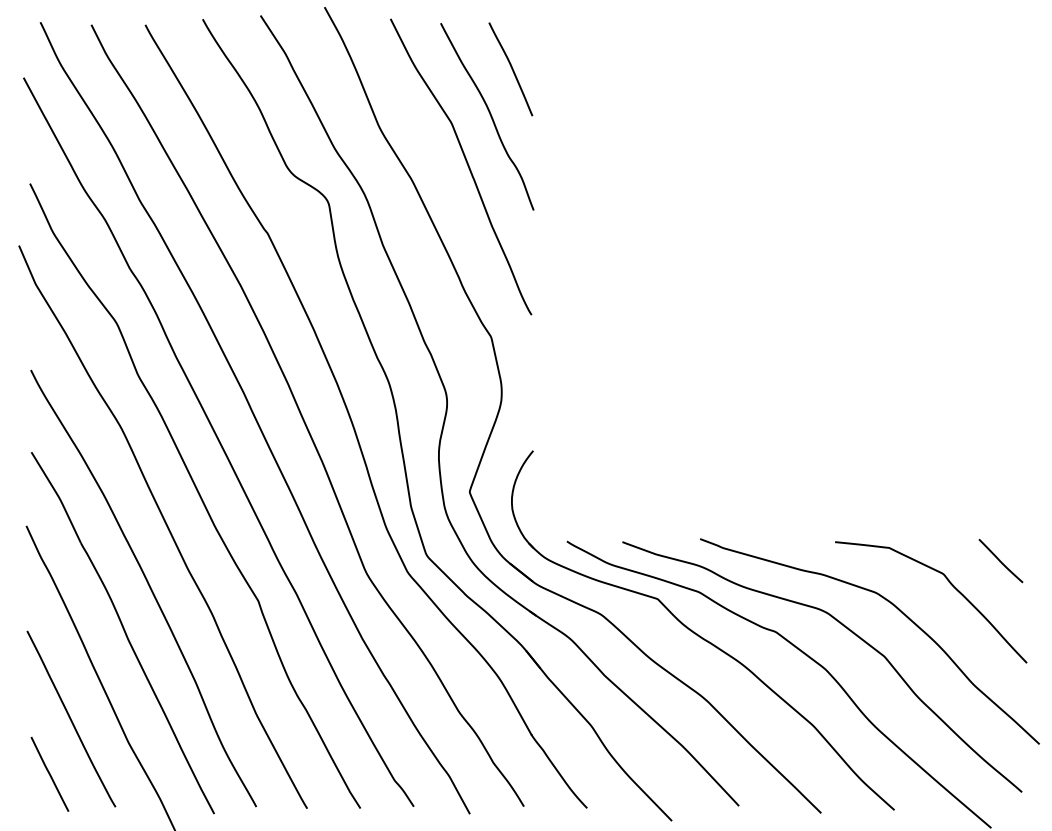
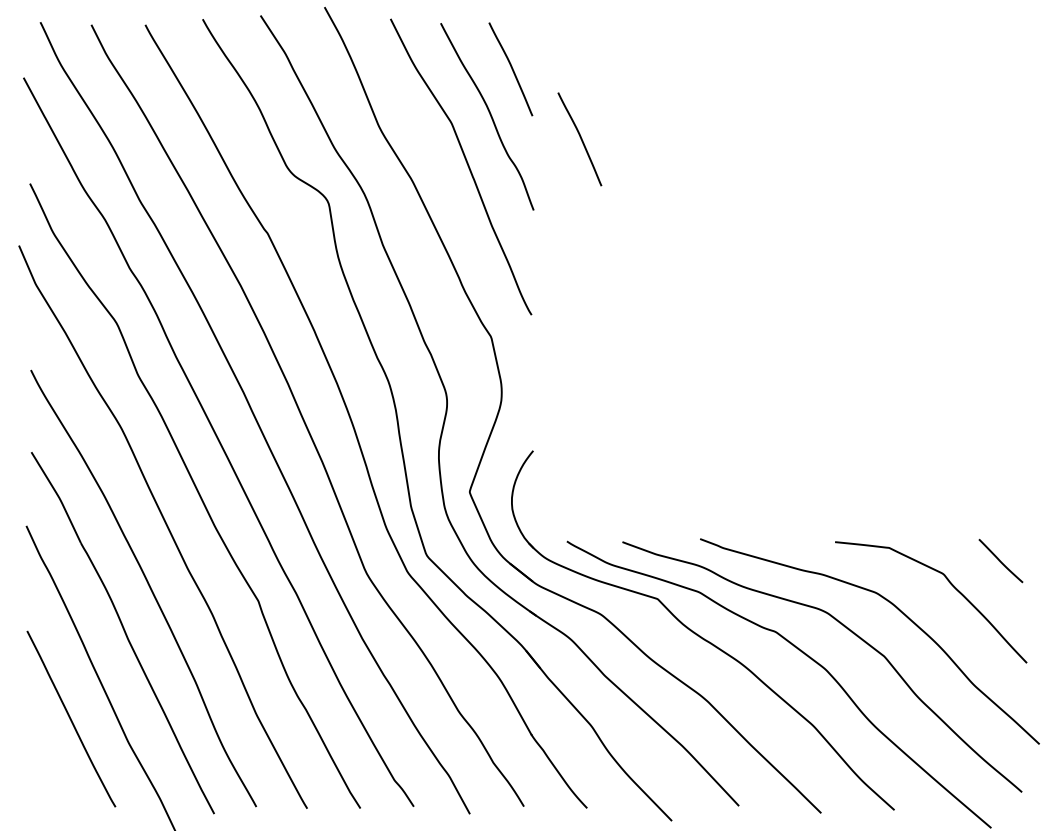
curve at (580, 139): none -> present
line at (49, 774): present -> none
